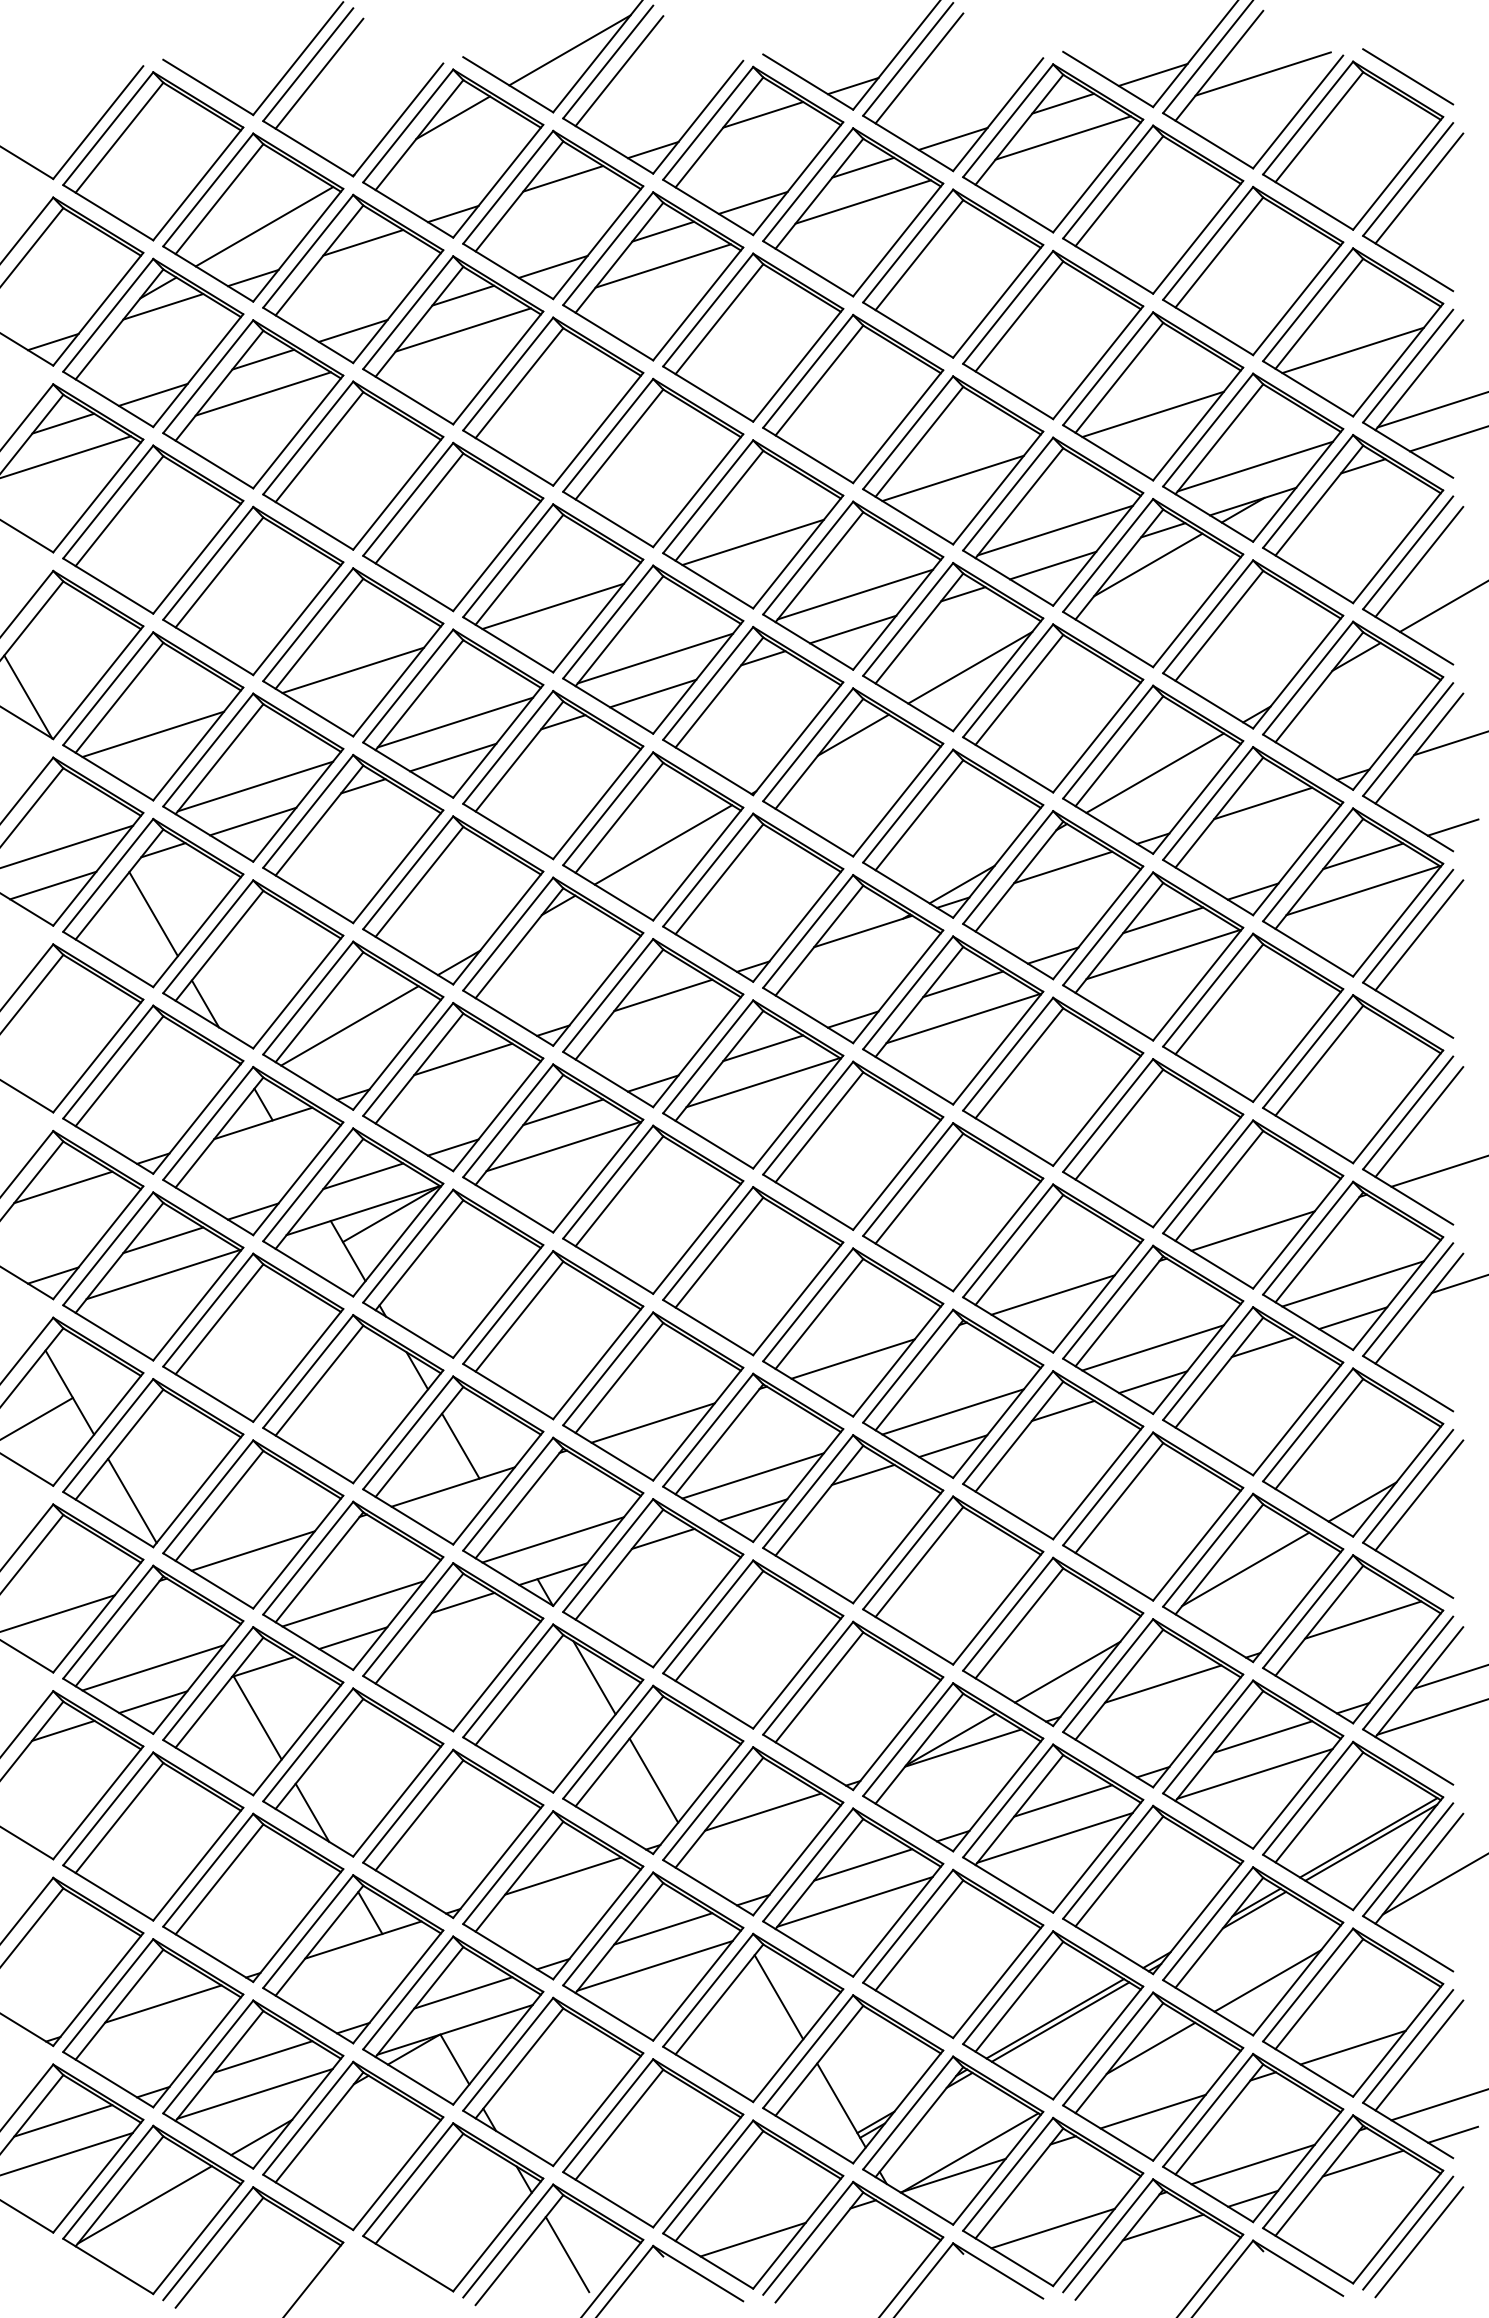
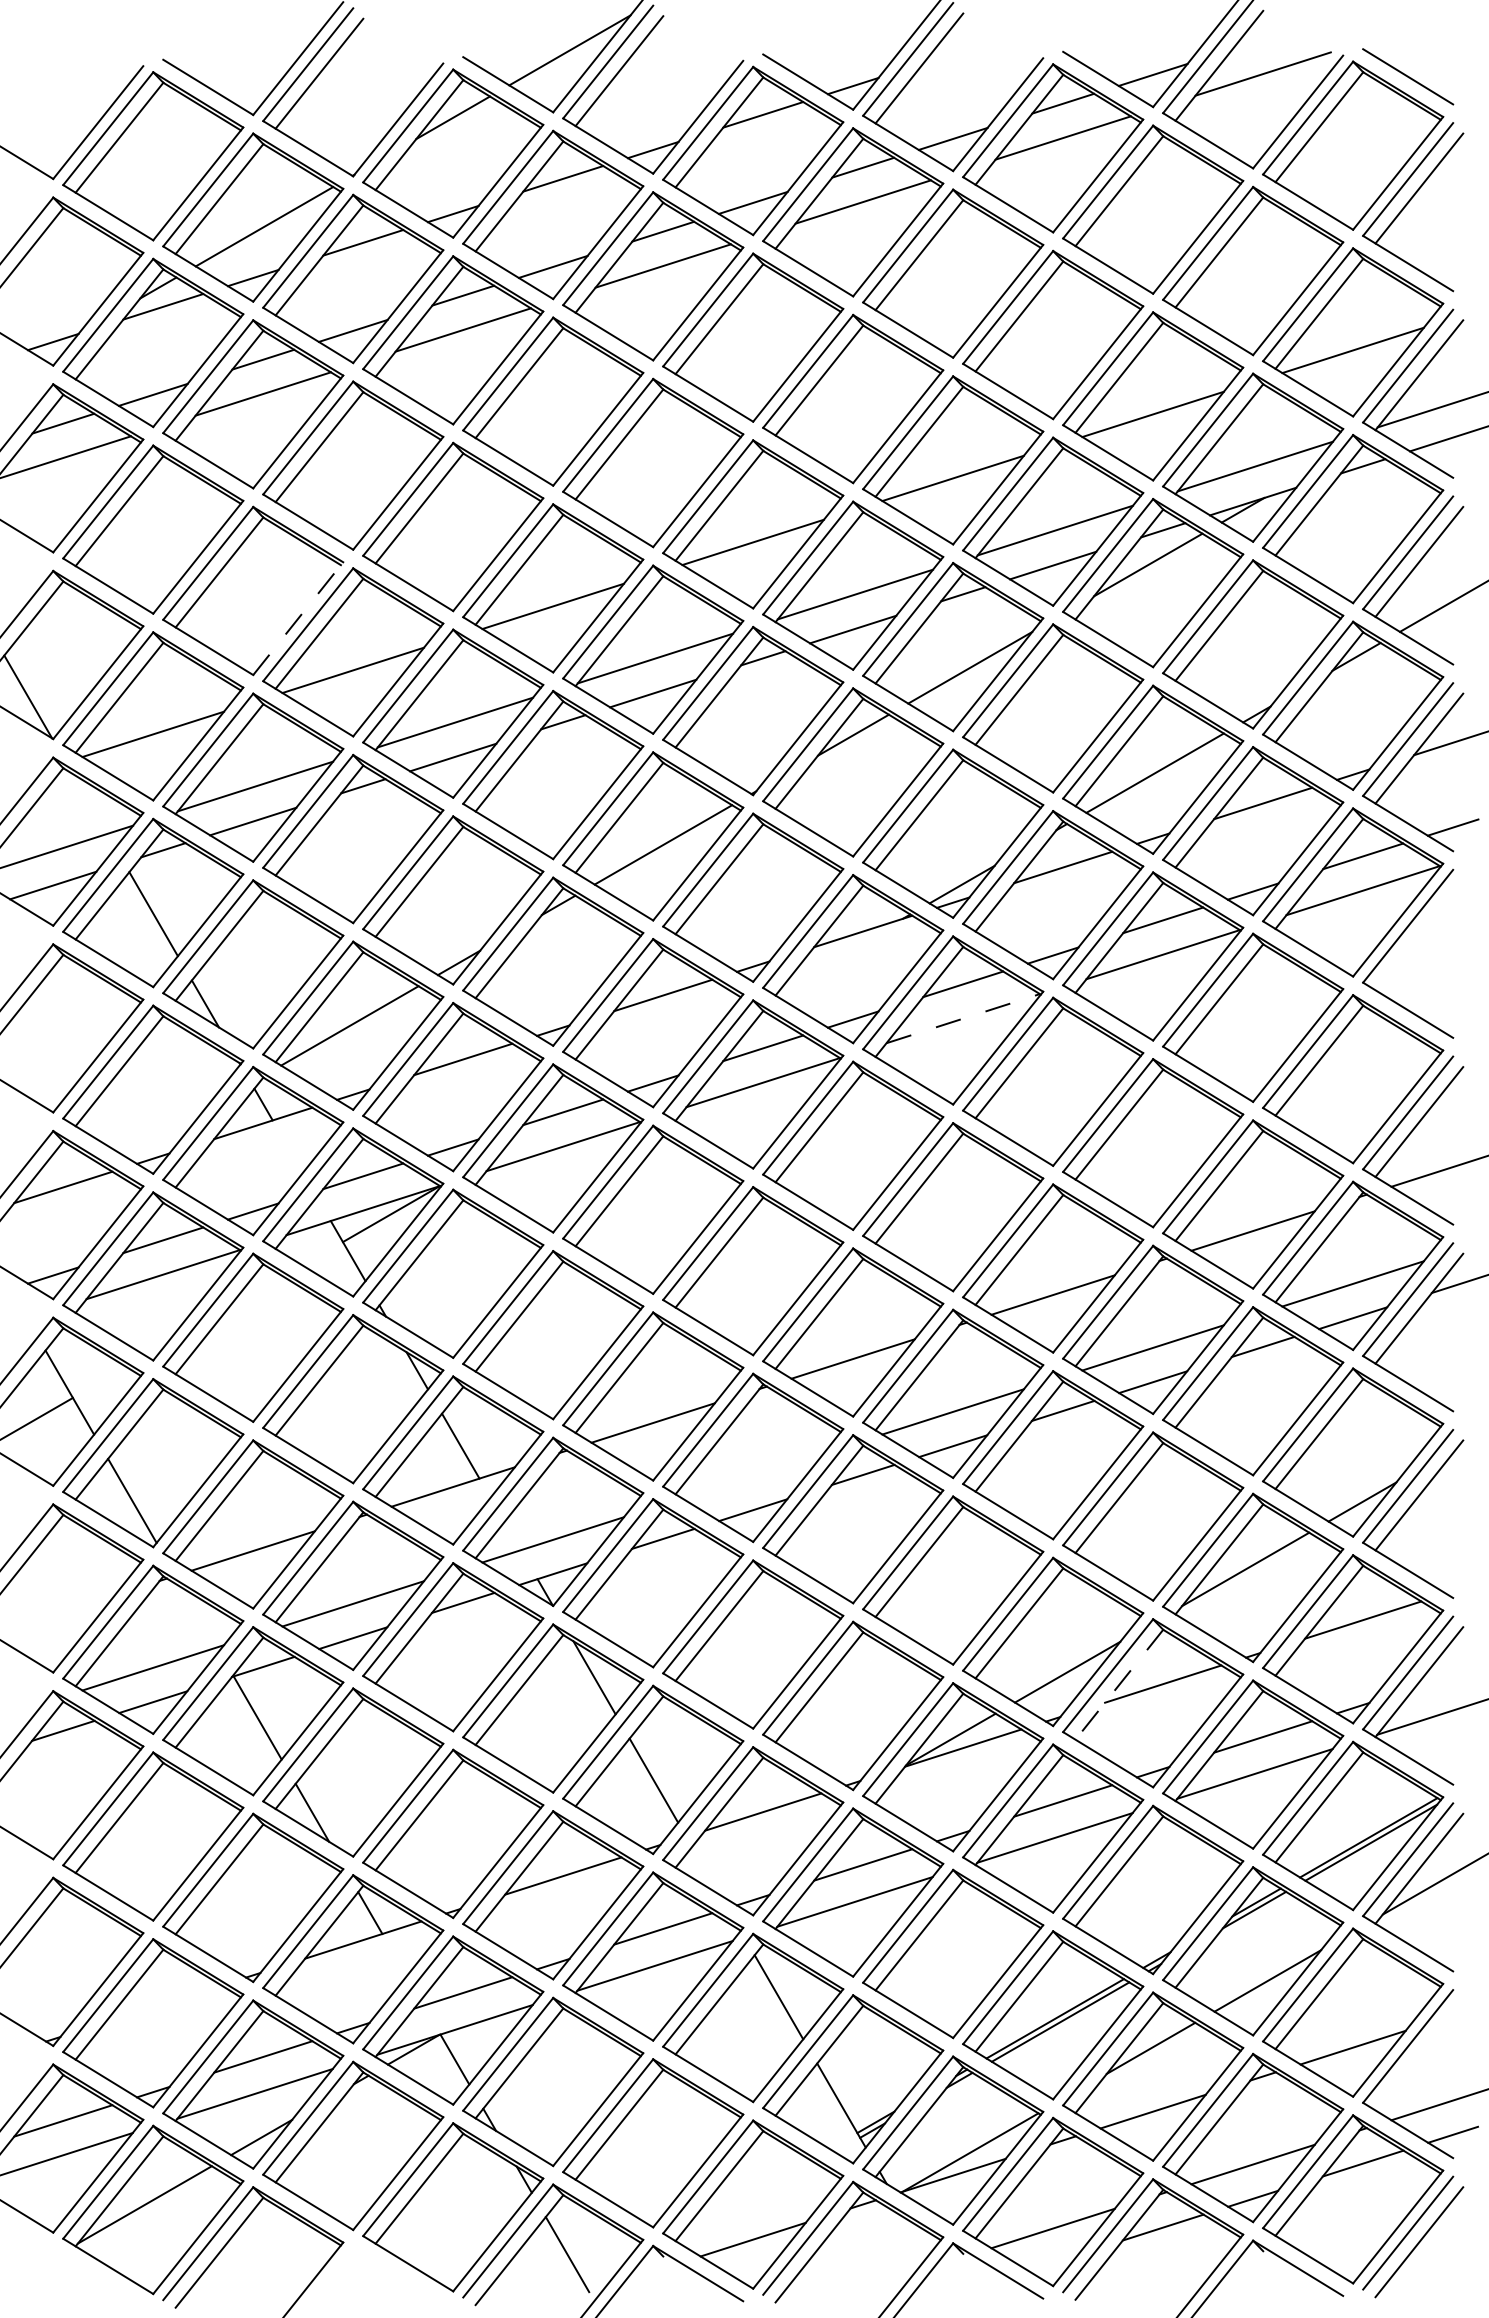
line at (298, 618): solid -> dashed
line at (1419, 935): present -> none
line at (963, 1018): solid -> dashed
line at (752, 1475): present -> none
line at (58, 1613): present -> none
line at (1449, 1676): present -> none
line at (1119, 1685): solid -> dashed
line at (163, 2003): present -> none
line at (1419, 2055): present -> none
